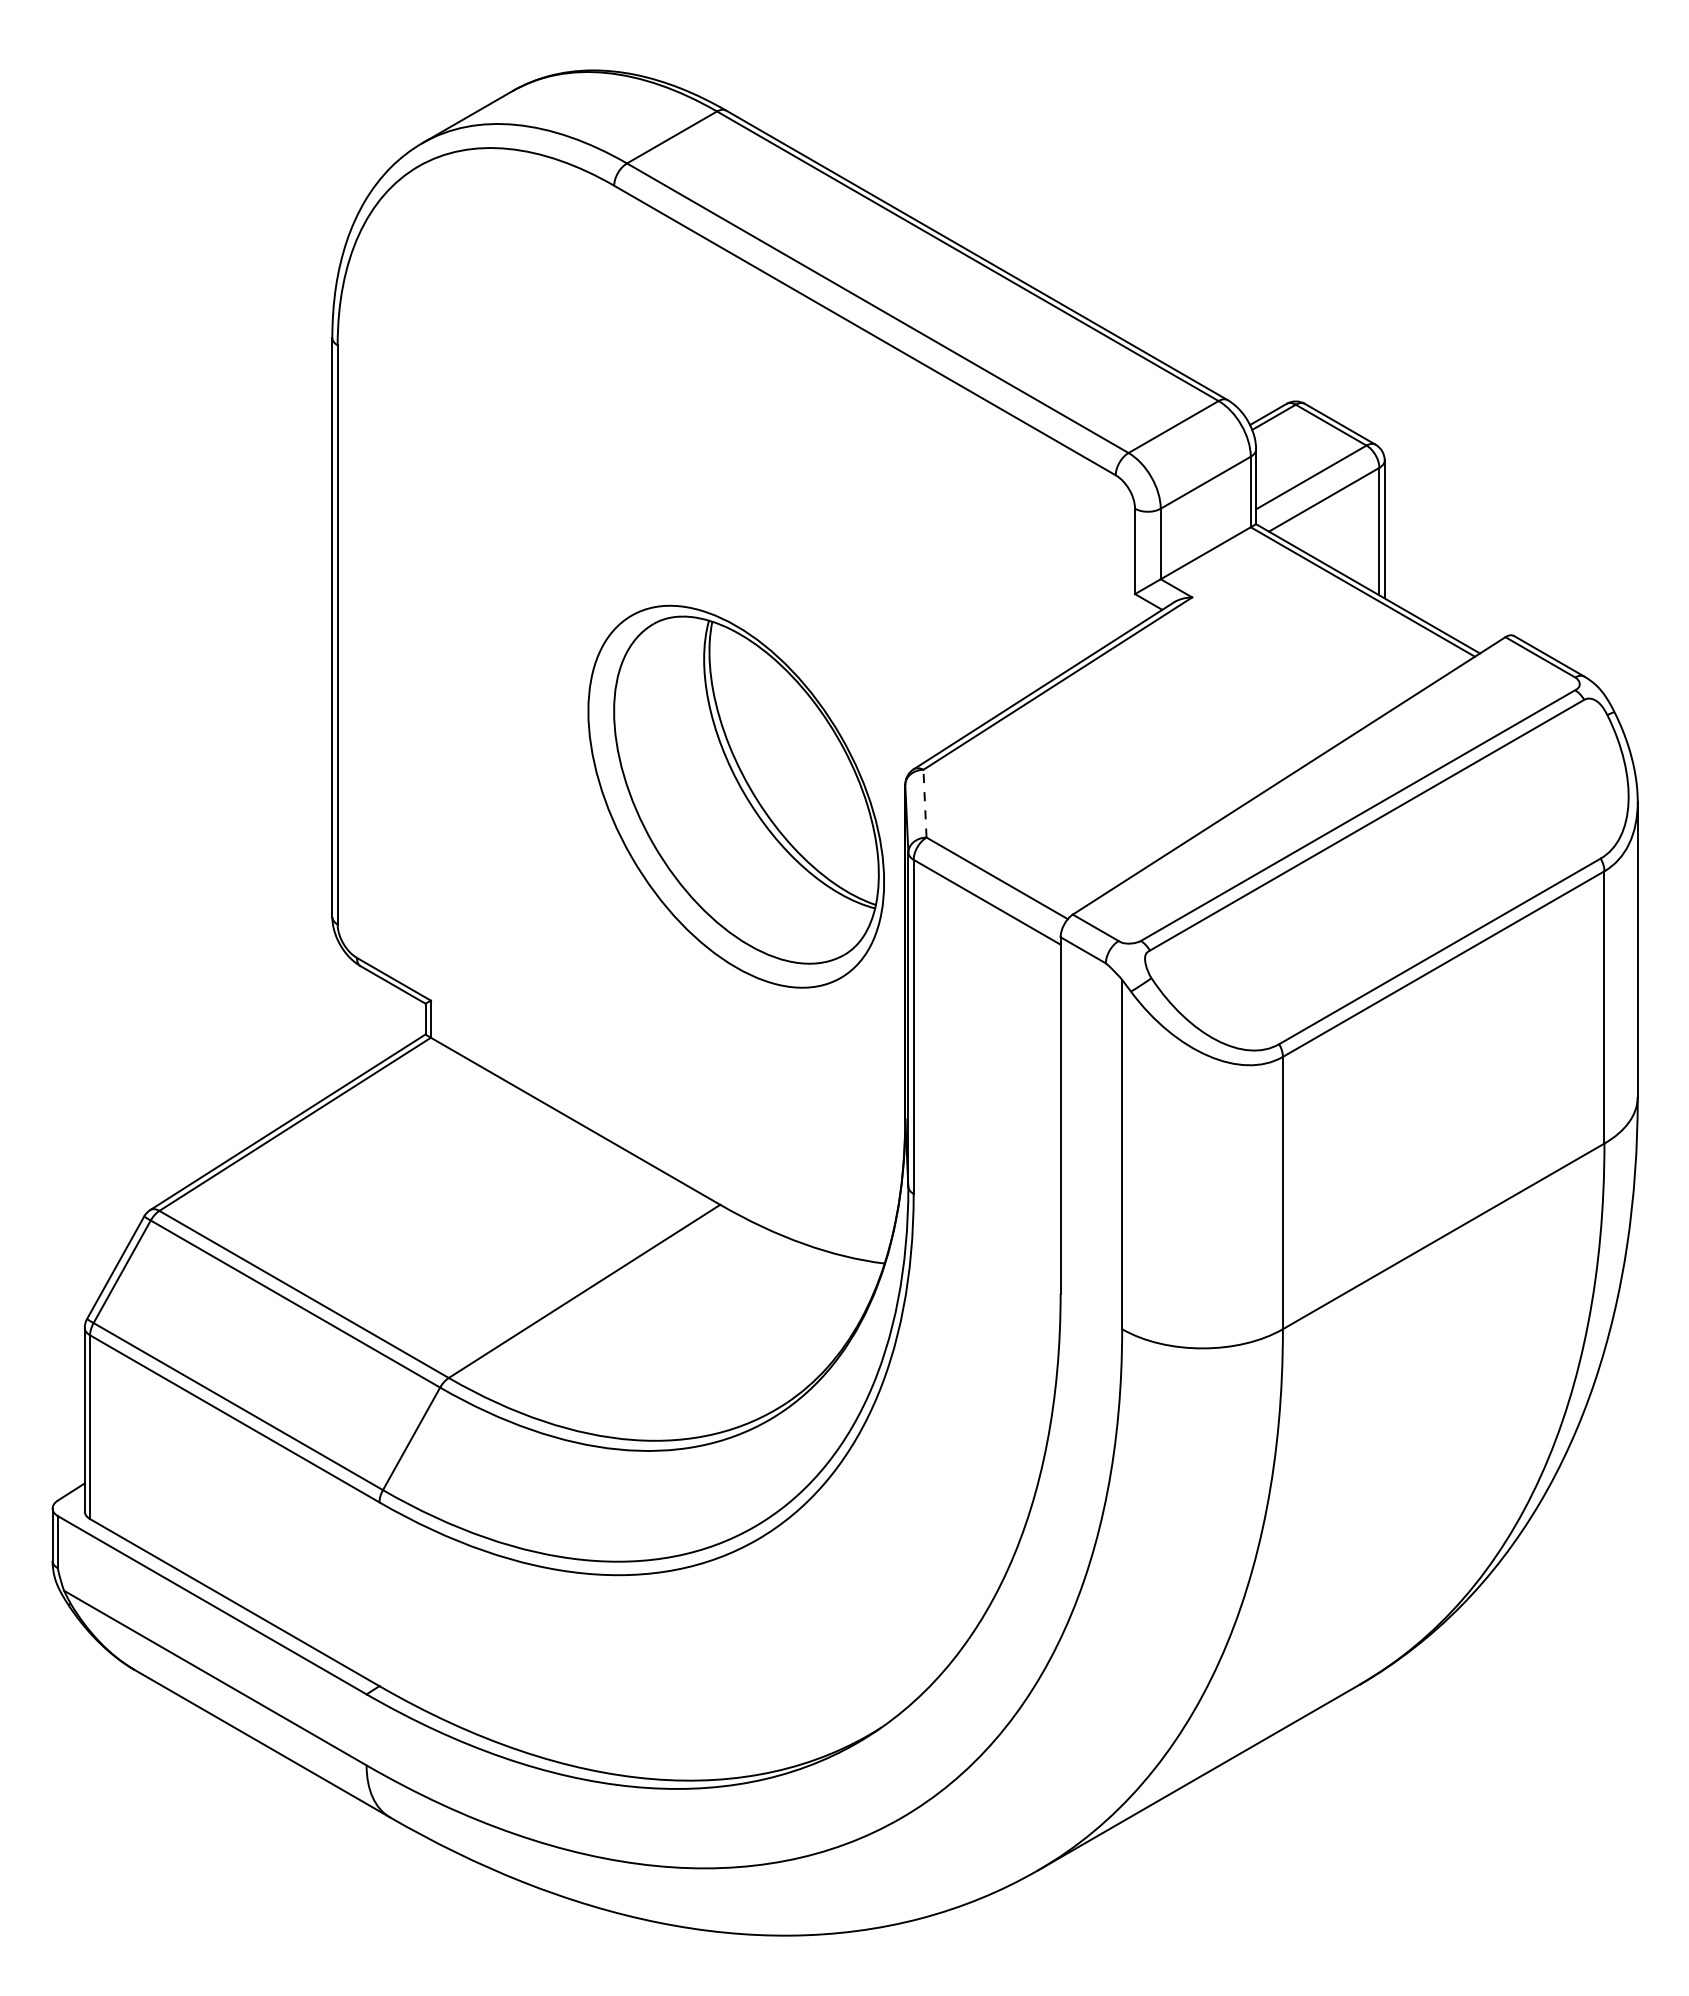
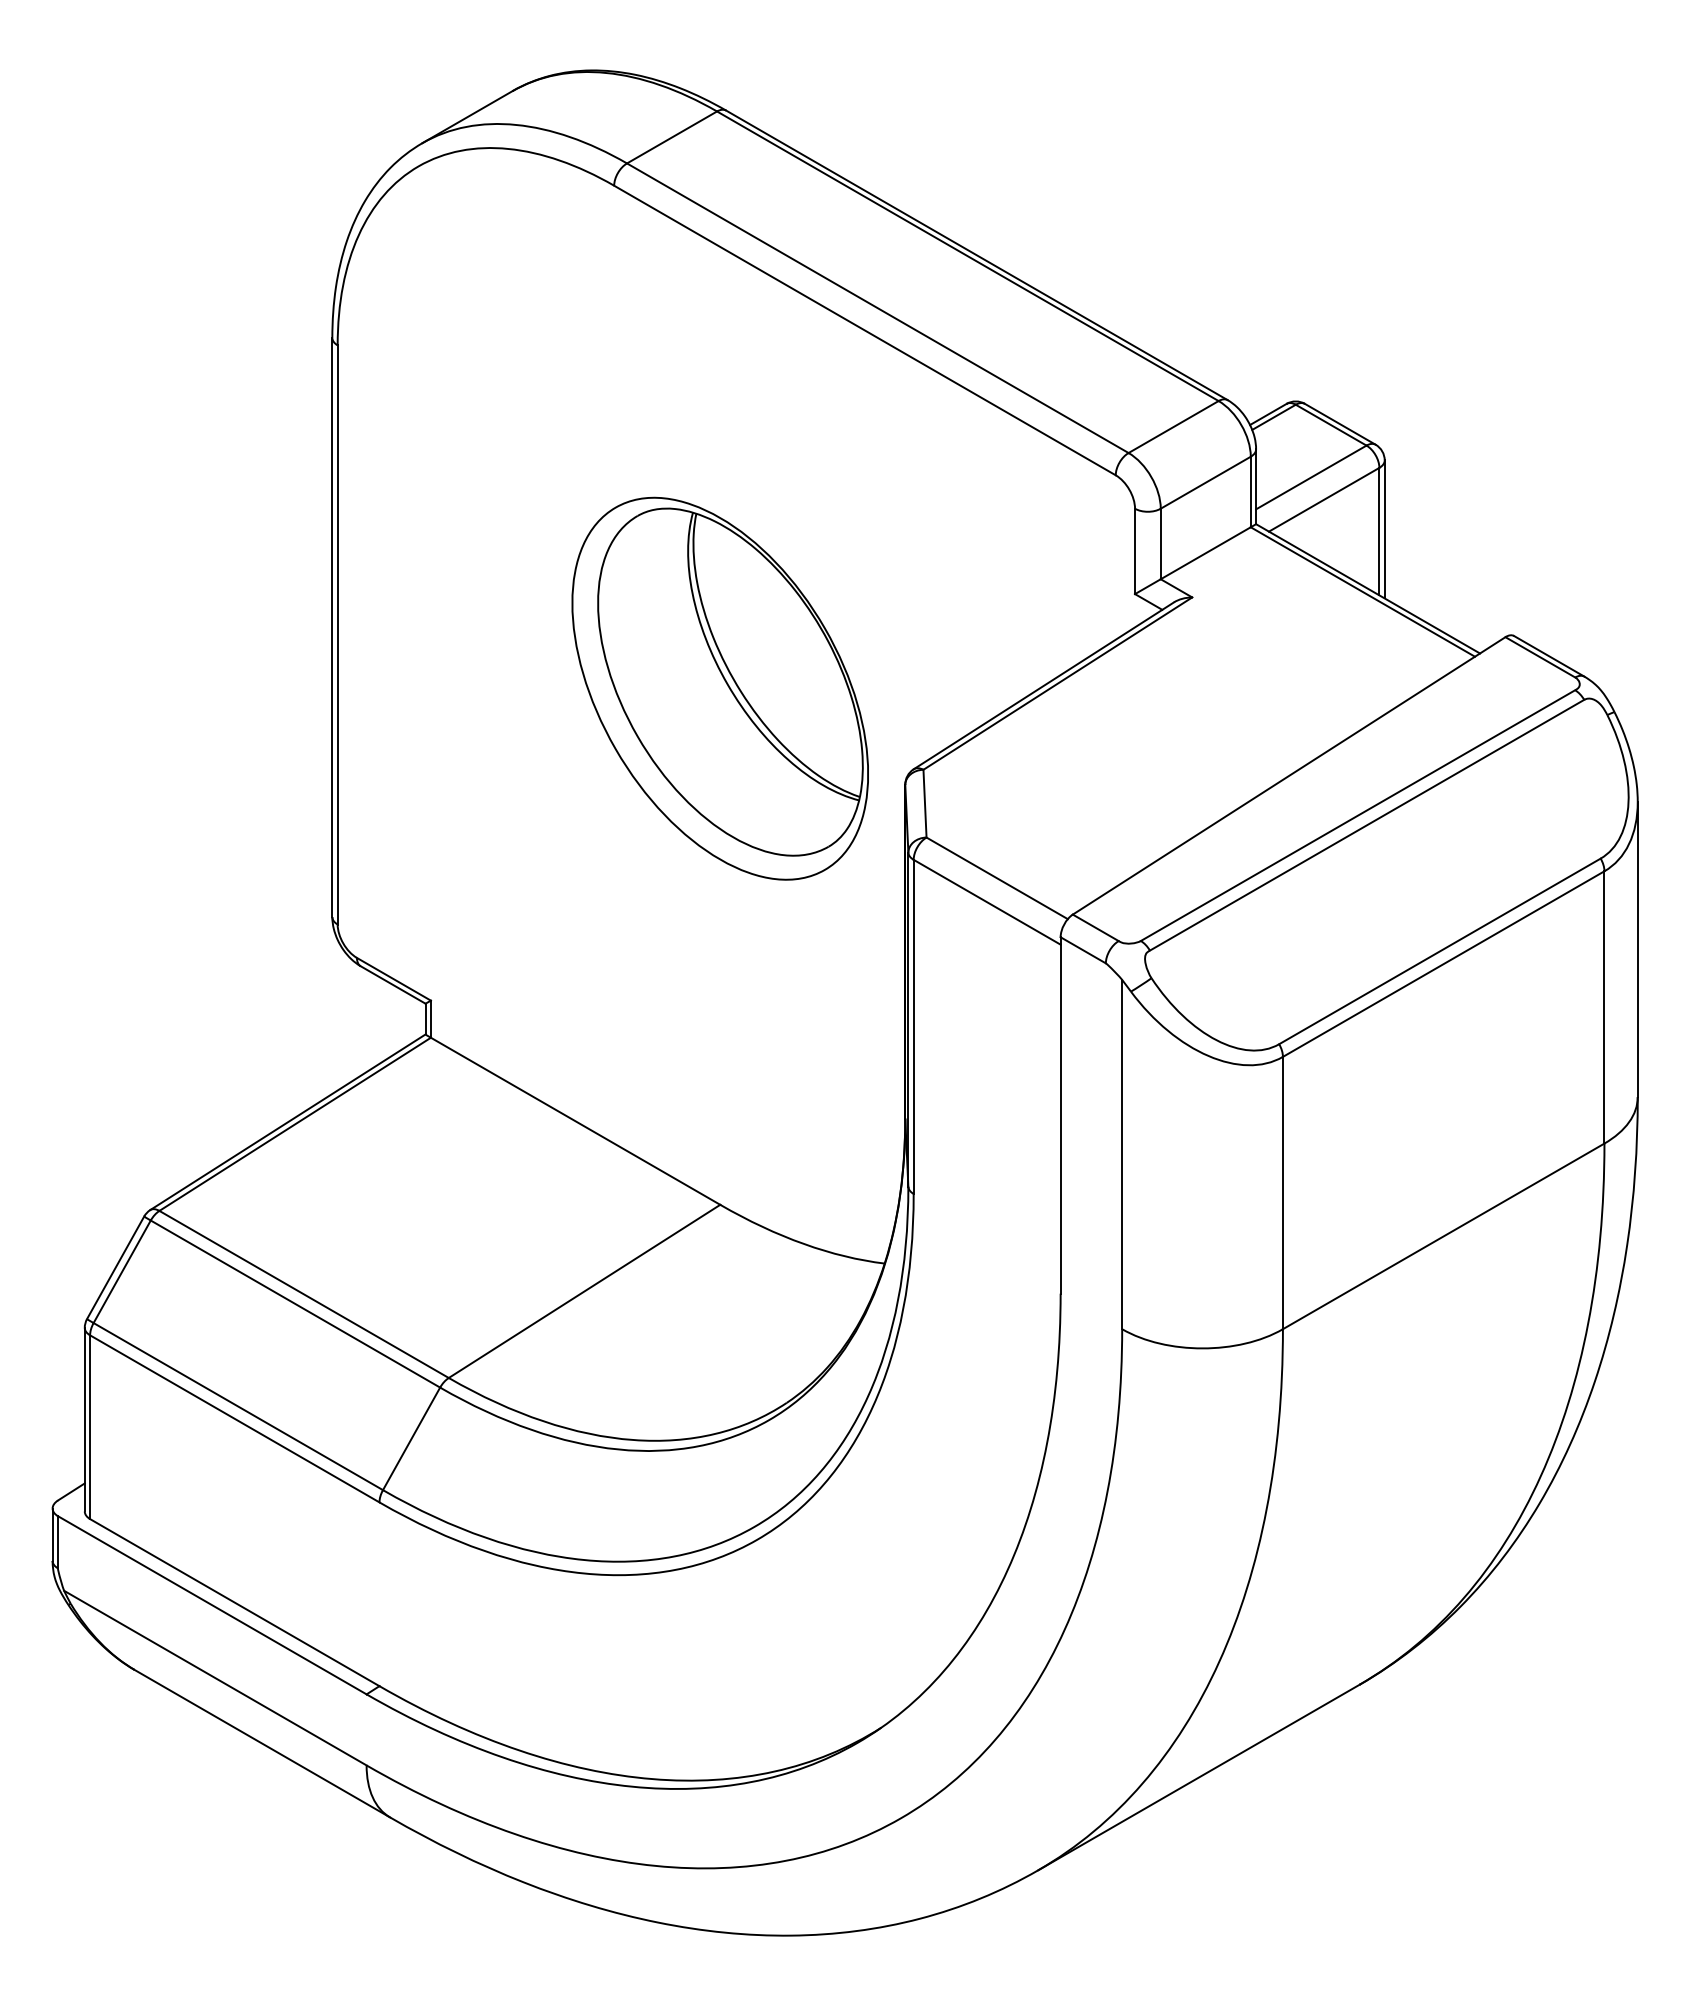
part at (735, 796) position: (735, 796) -> (719, 688)
line at (925, 803): dashed -> solid
